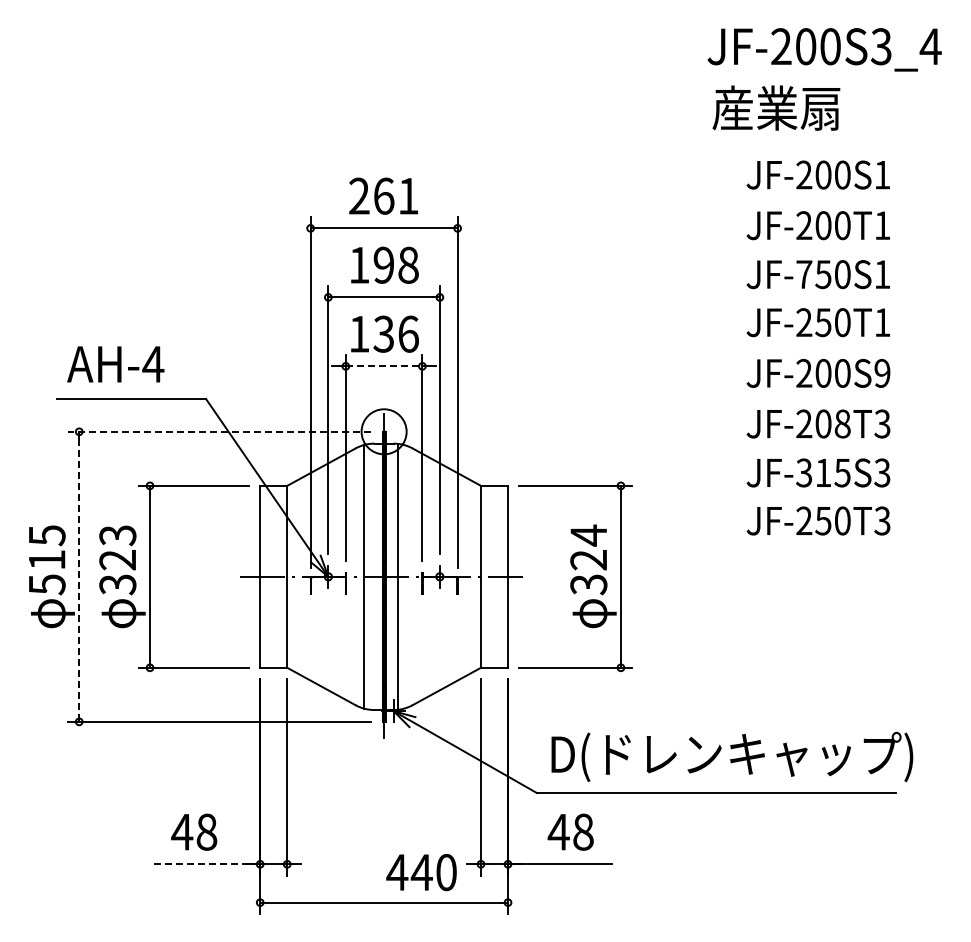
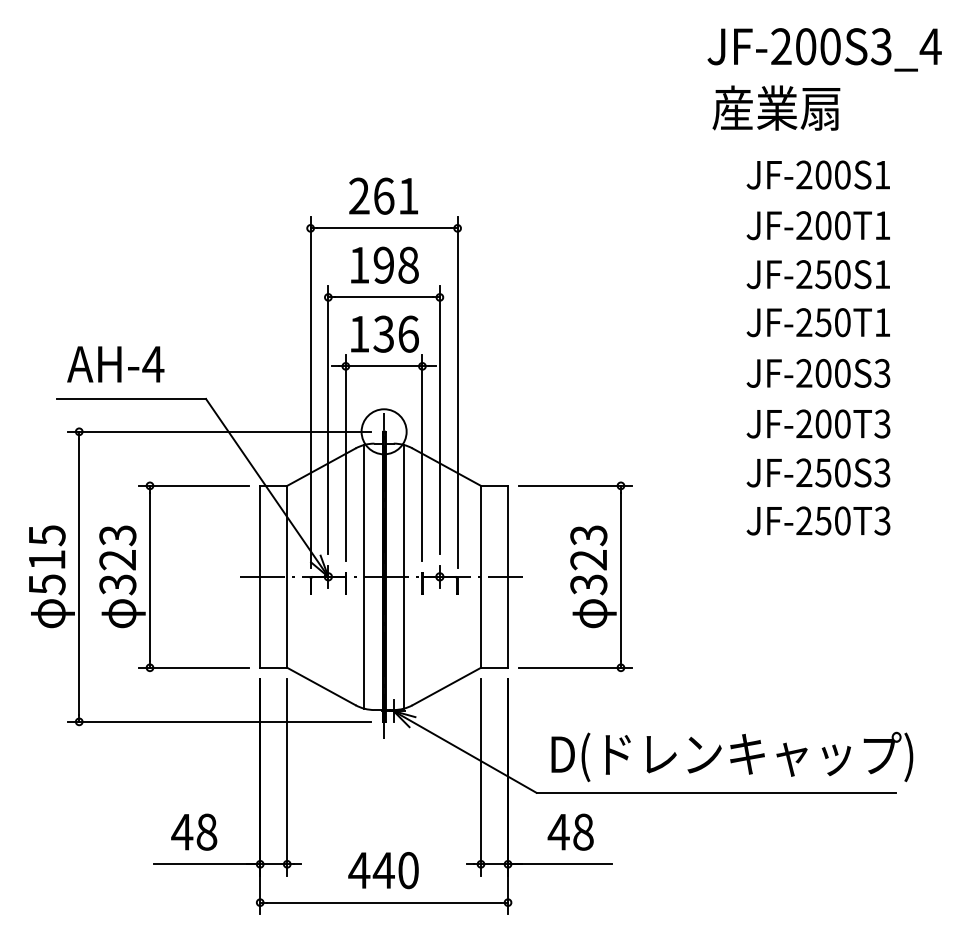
text at (804, 274): JF-750S1 -> JF-250S1
line at (384, 366): dashed -> solid
text at (882, 373): JF-200S9 -> JF-200S3
text at (842, 424): JF-208T3 -> JF-200T3
line at (219, 431): dashed -> solid
text at (823, 472): JF-315S3 -> JF-250S3
text at (588, 535): 324 -> 323
line at (397, 576) position: (397, 576) -> (403, 576)
line at (79, 577): dashed -> solid
line at (207, 864): dashed -> solid
text at (421, 872) position: (421, 872) -> (383, 870)
